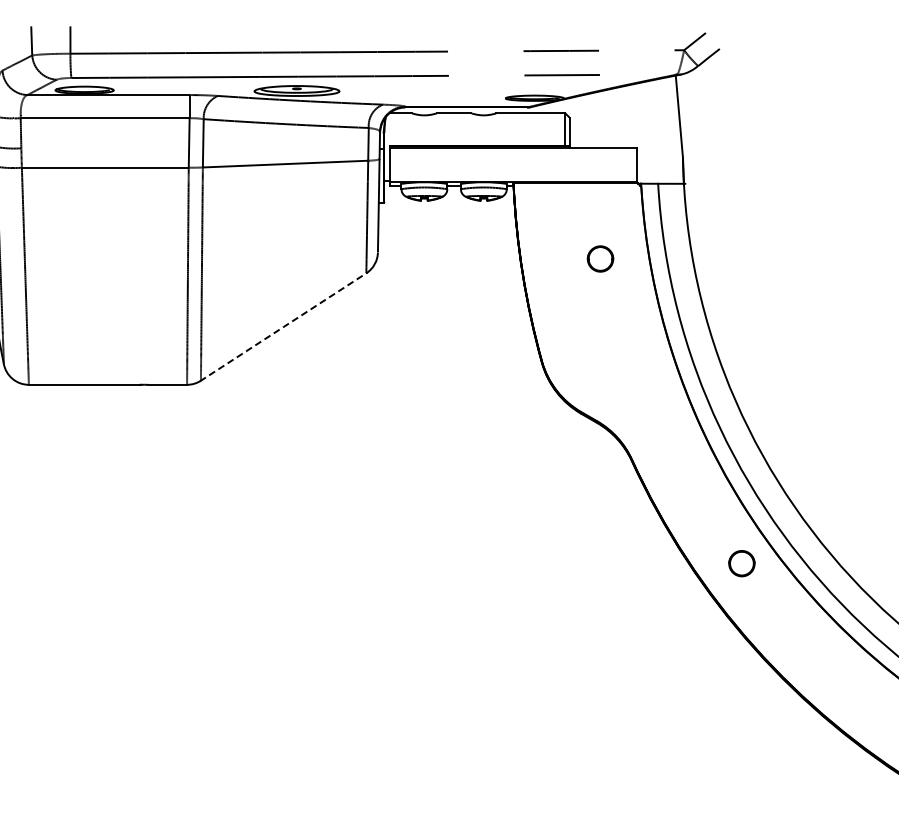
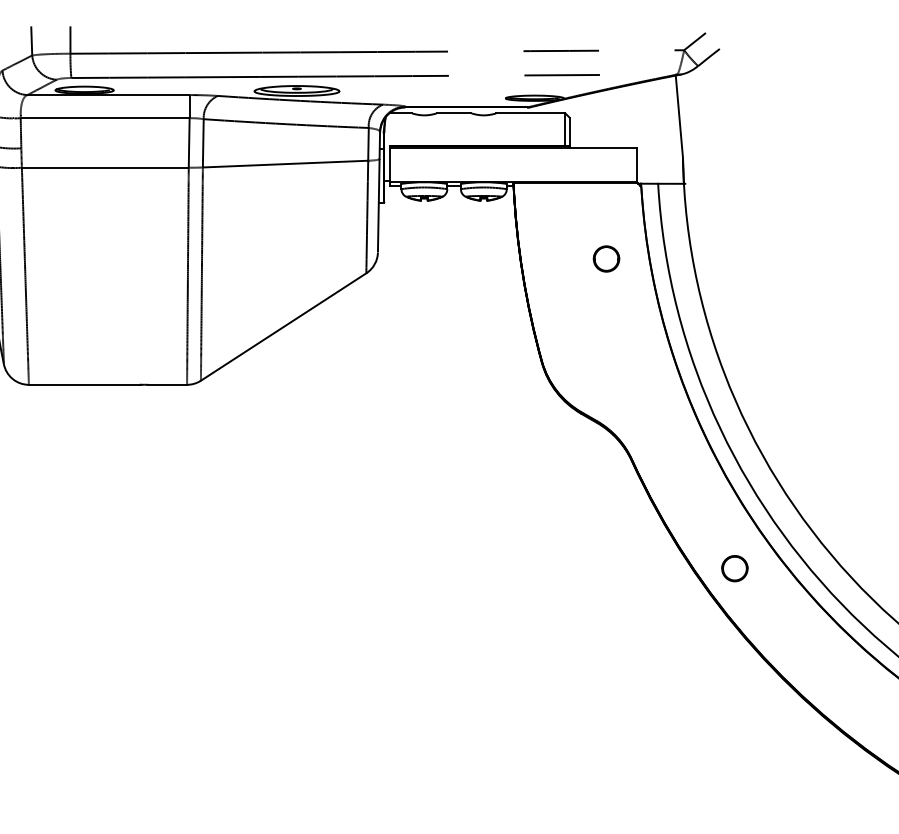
part at (600, 258) position: (600, 258) -> (606, 258)
line at (283, 327): dashed -> solid
circle at (741, 563) position: (741, 563) -> (734, 568)
